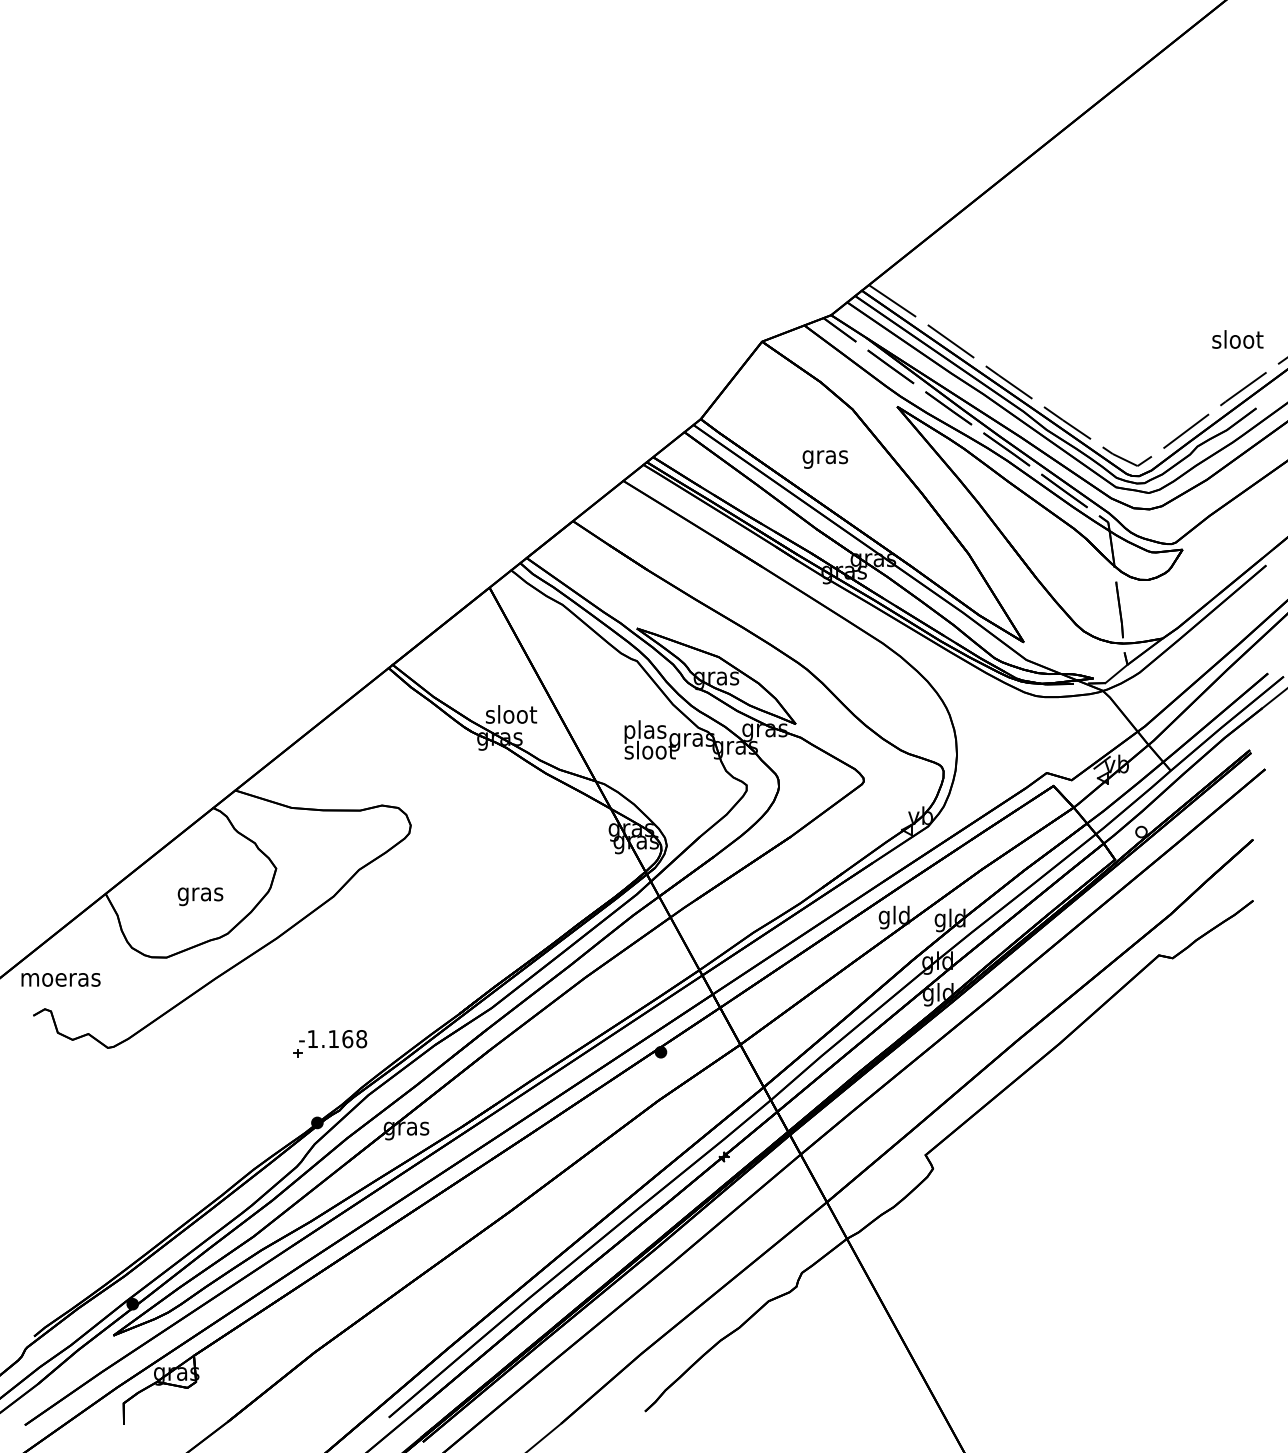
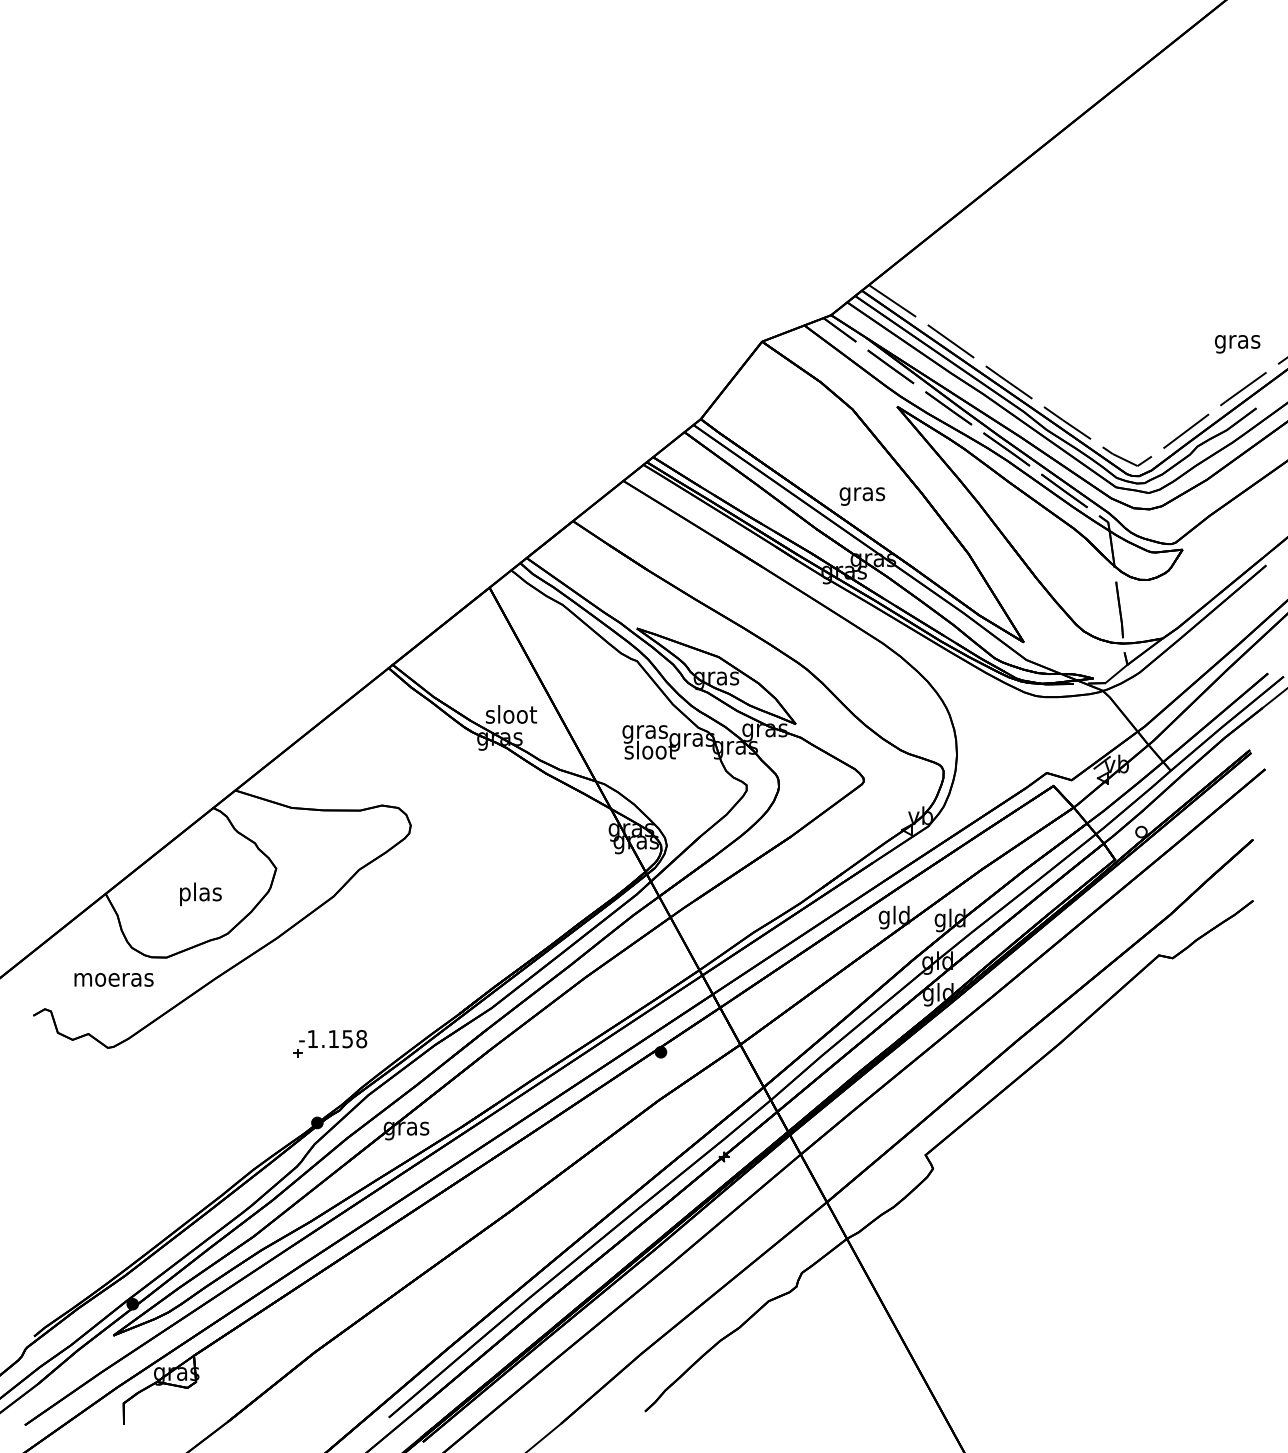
text at (1237, 341): sloot -> gras
text at (825, 459) position: (825, 459) -> (862, 496)
text at (644, 731): plas -> gras
text at (200, 894): gras -> plas
text at (60, 979) position: (60, 979) -> (113, 979)
text at (347, 1039): -1.168 -> -1.158
